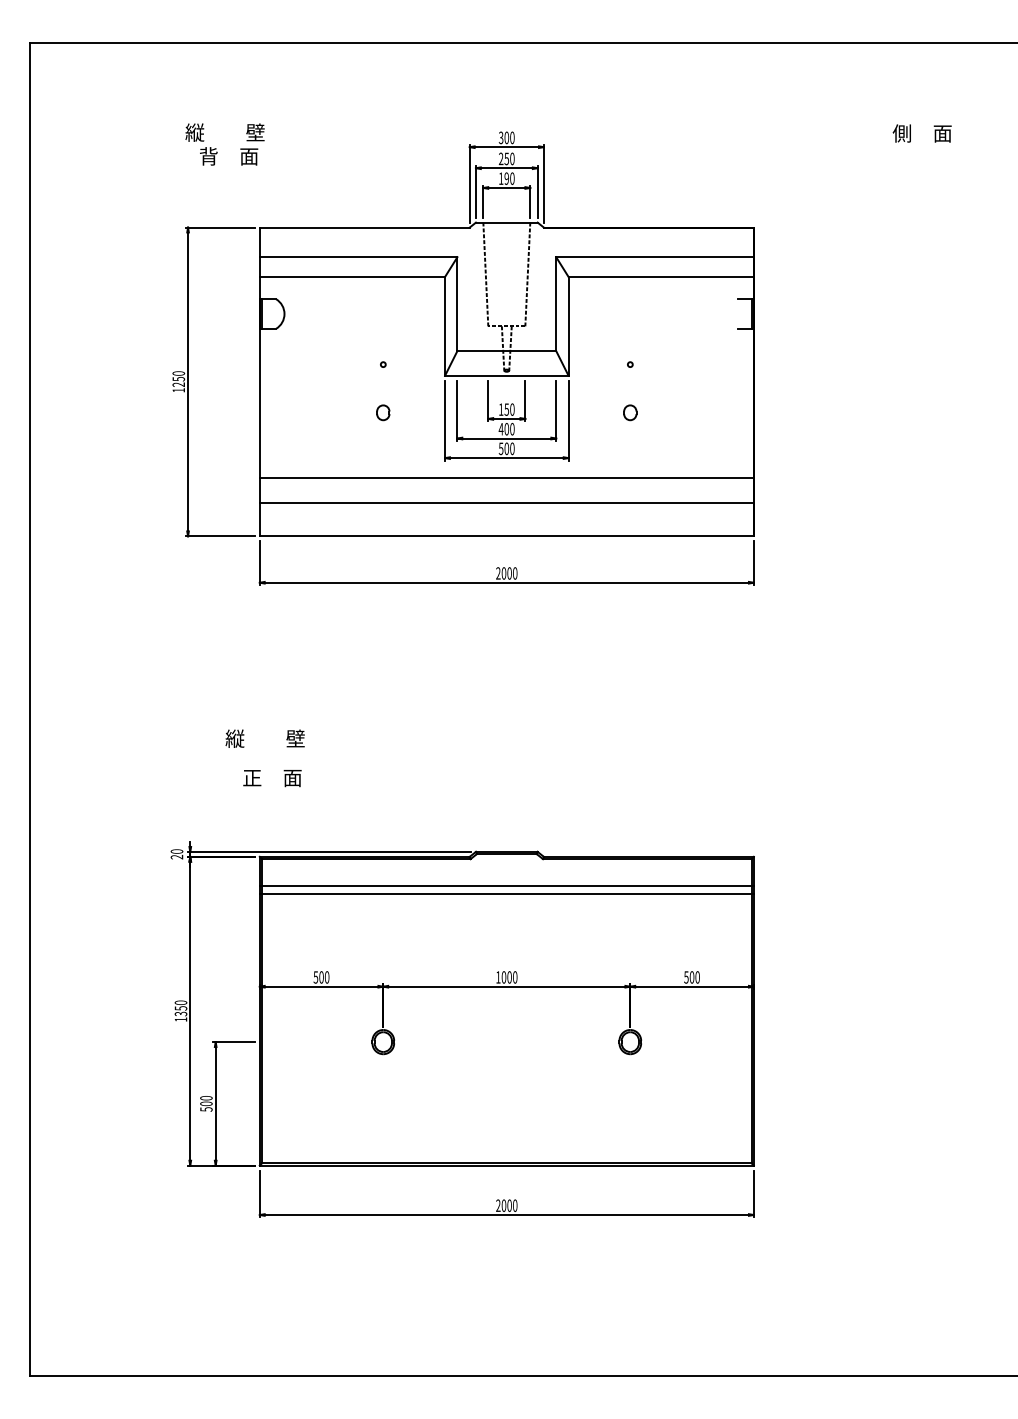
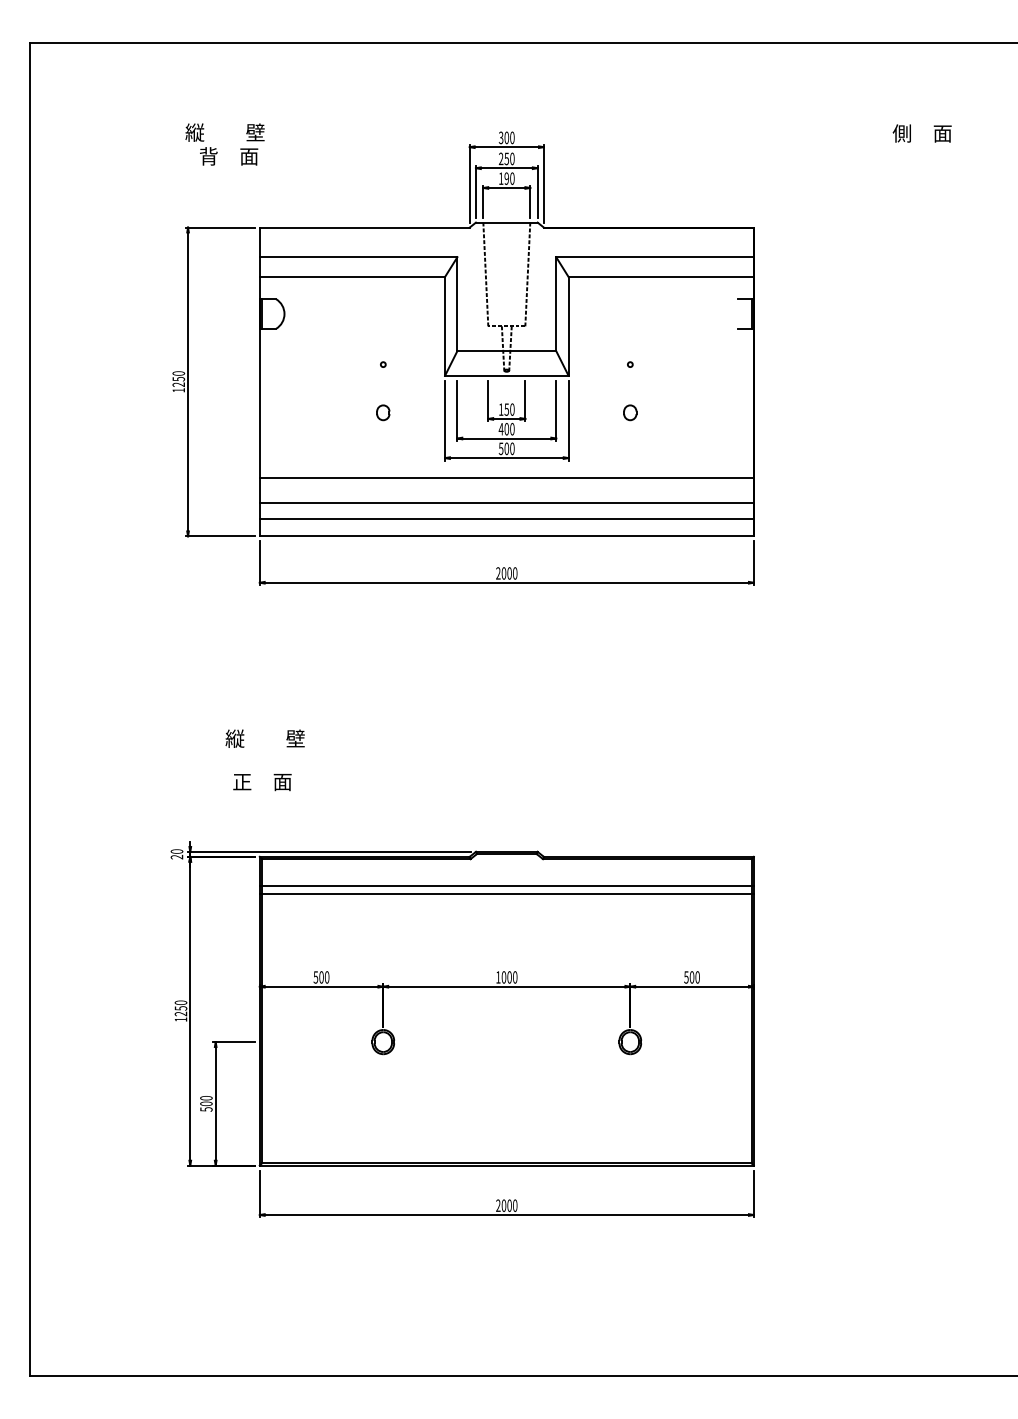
line at (506, 519): none -> present
text at (272, 778) position: (272, 778) -> (262, 782)
text at (181, 1013): 1350 -> 1250
